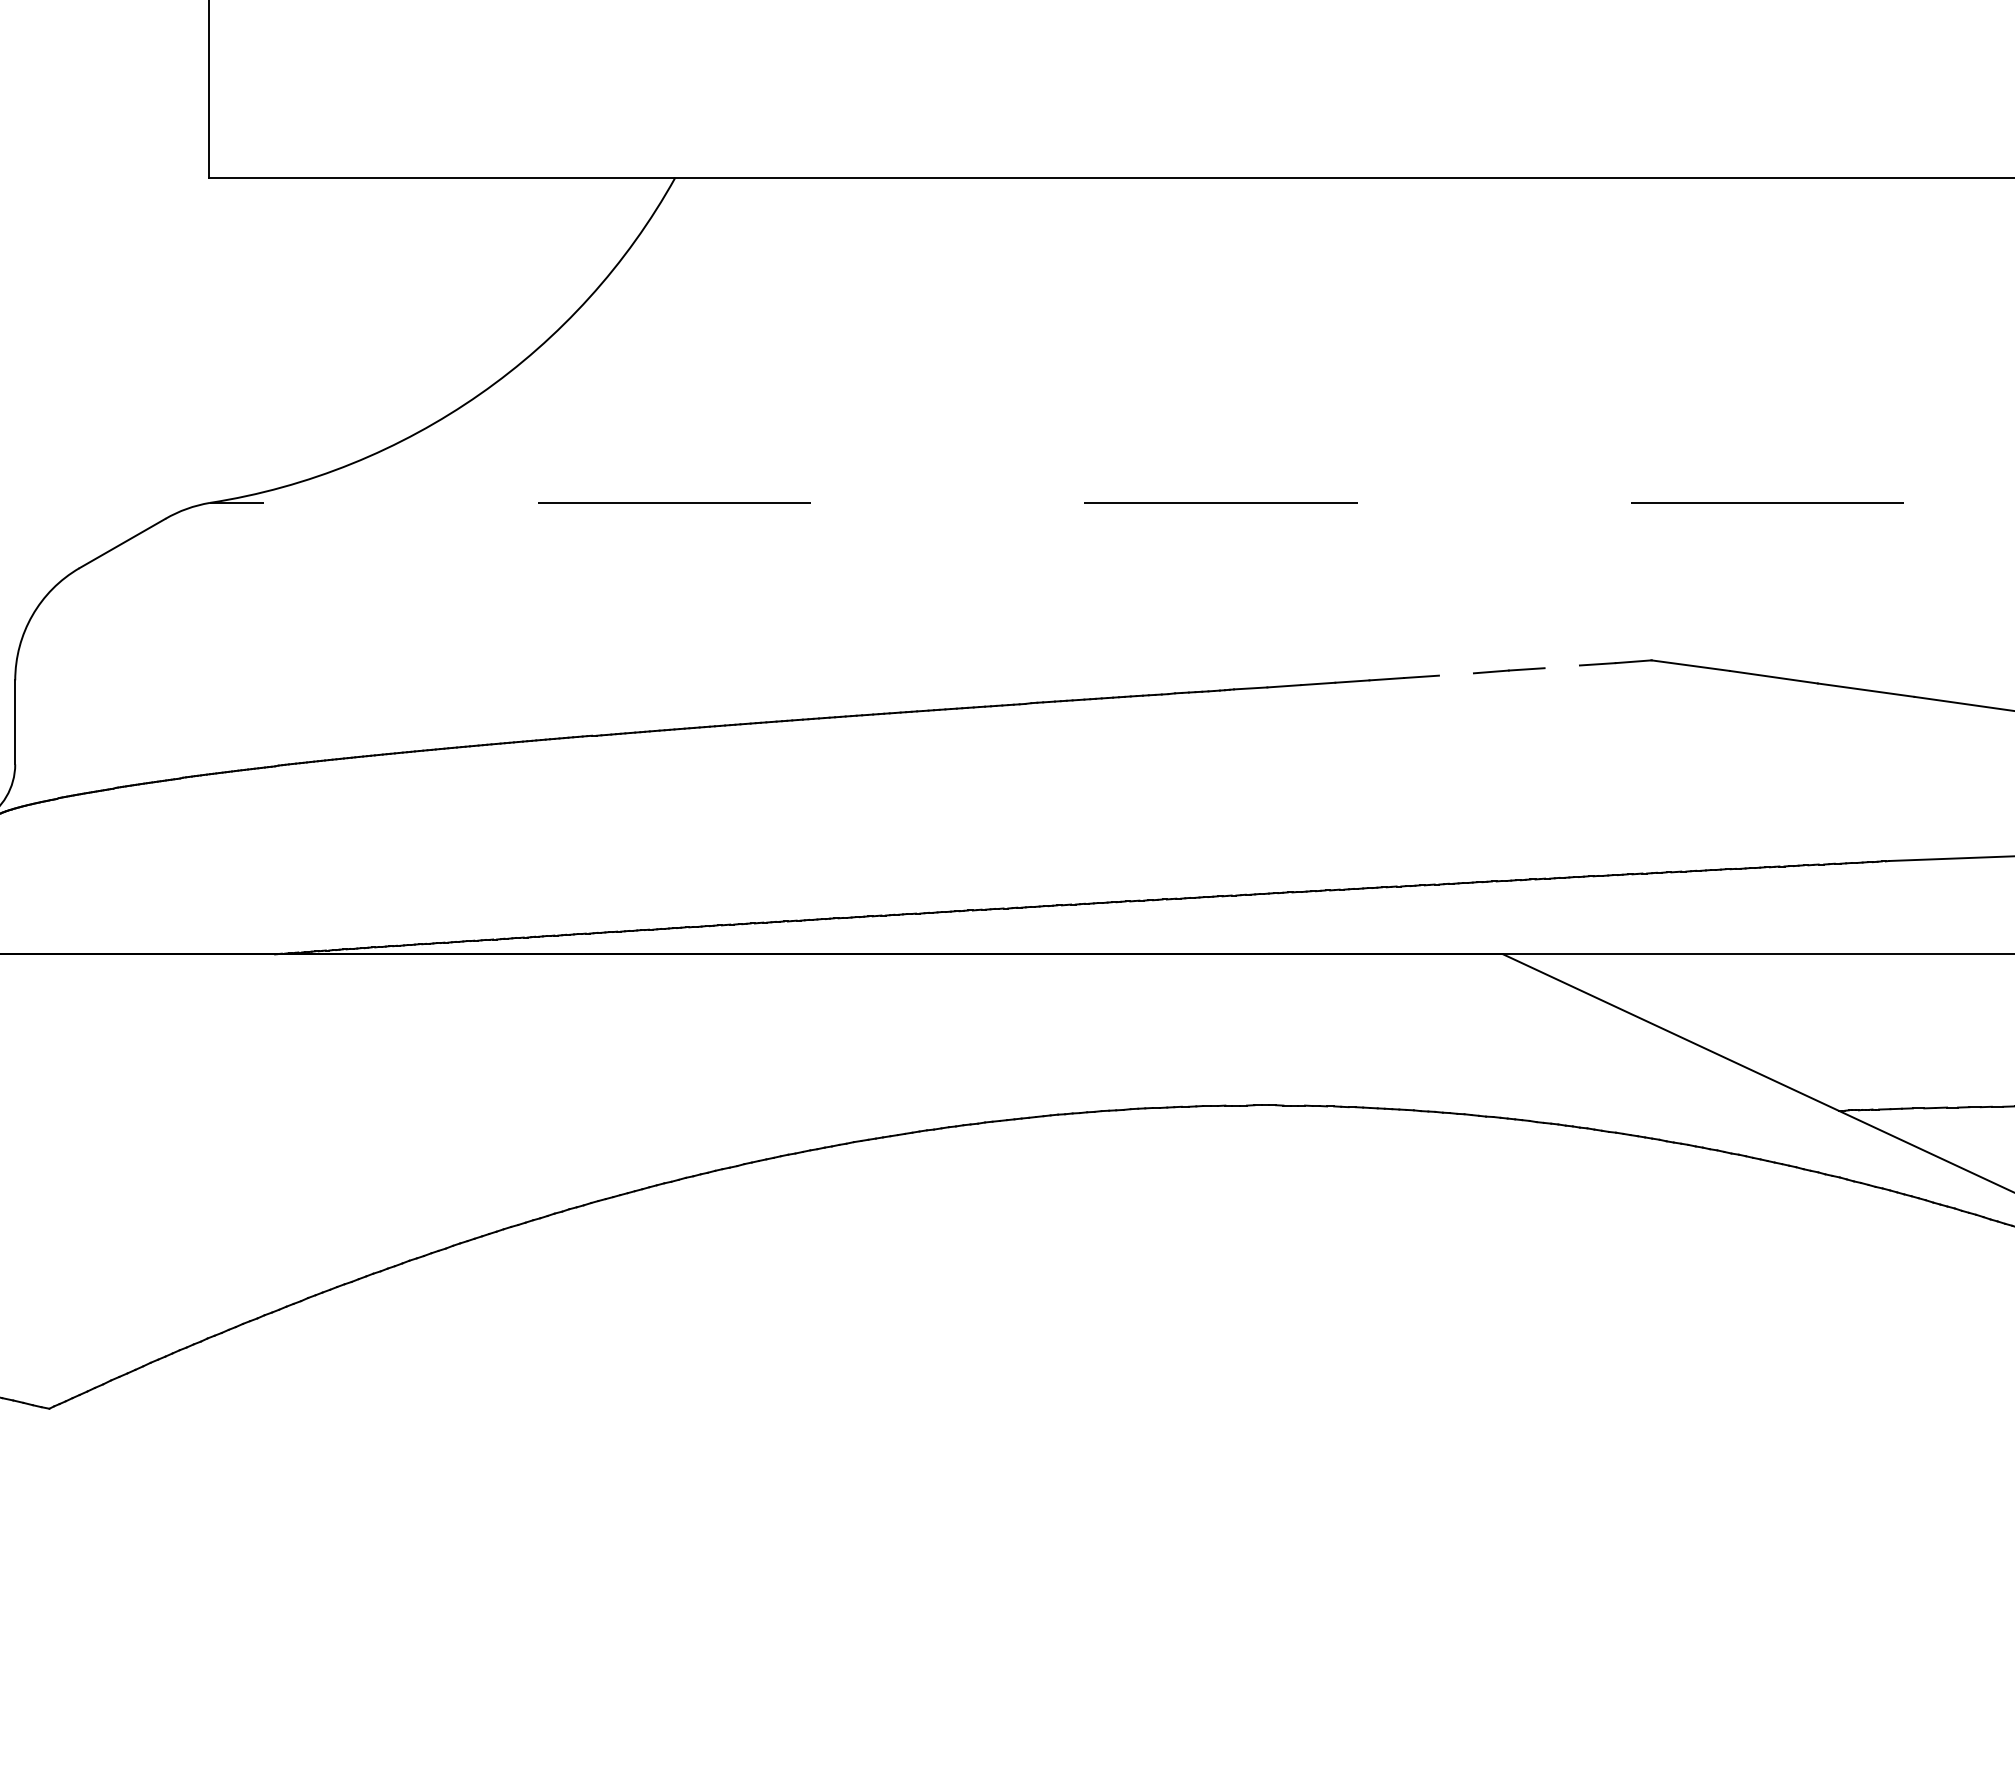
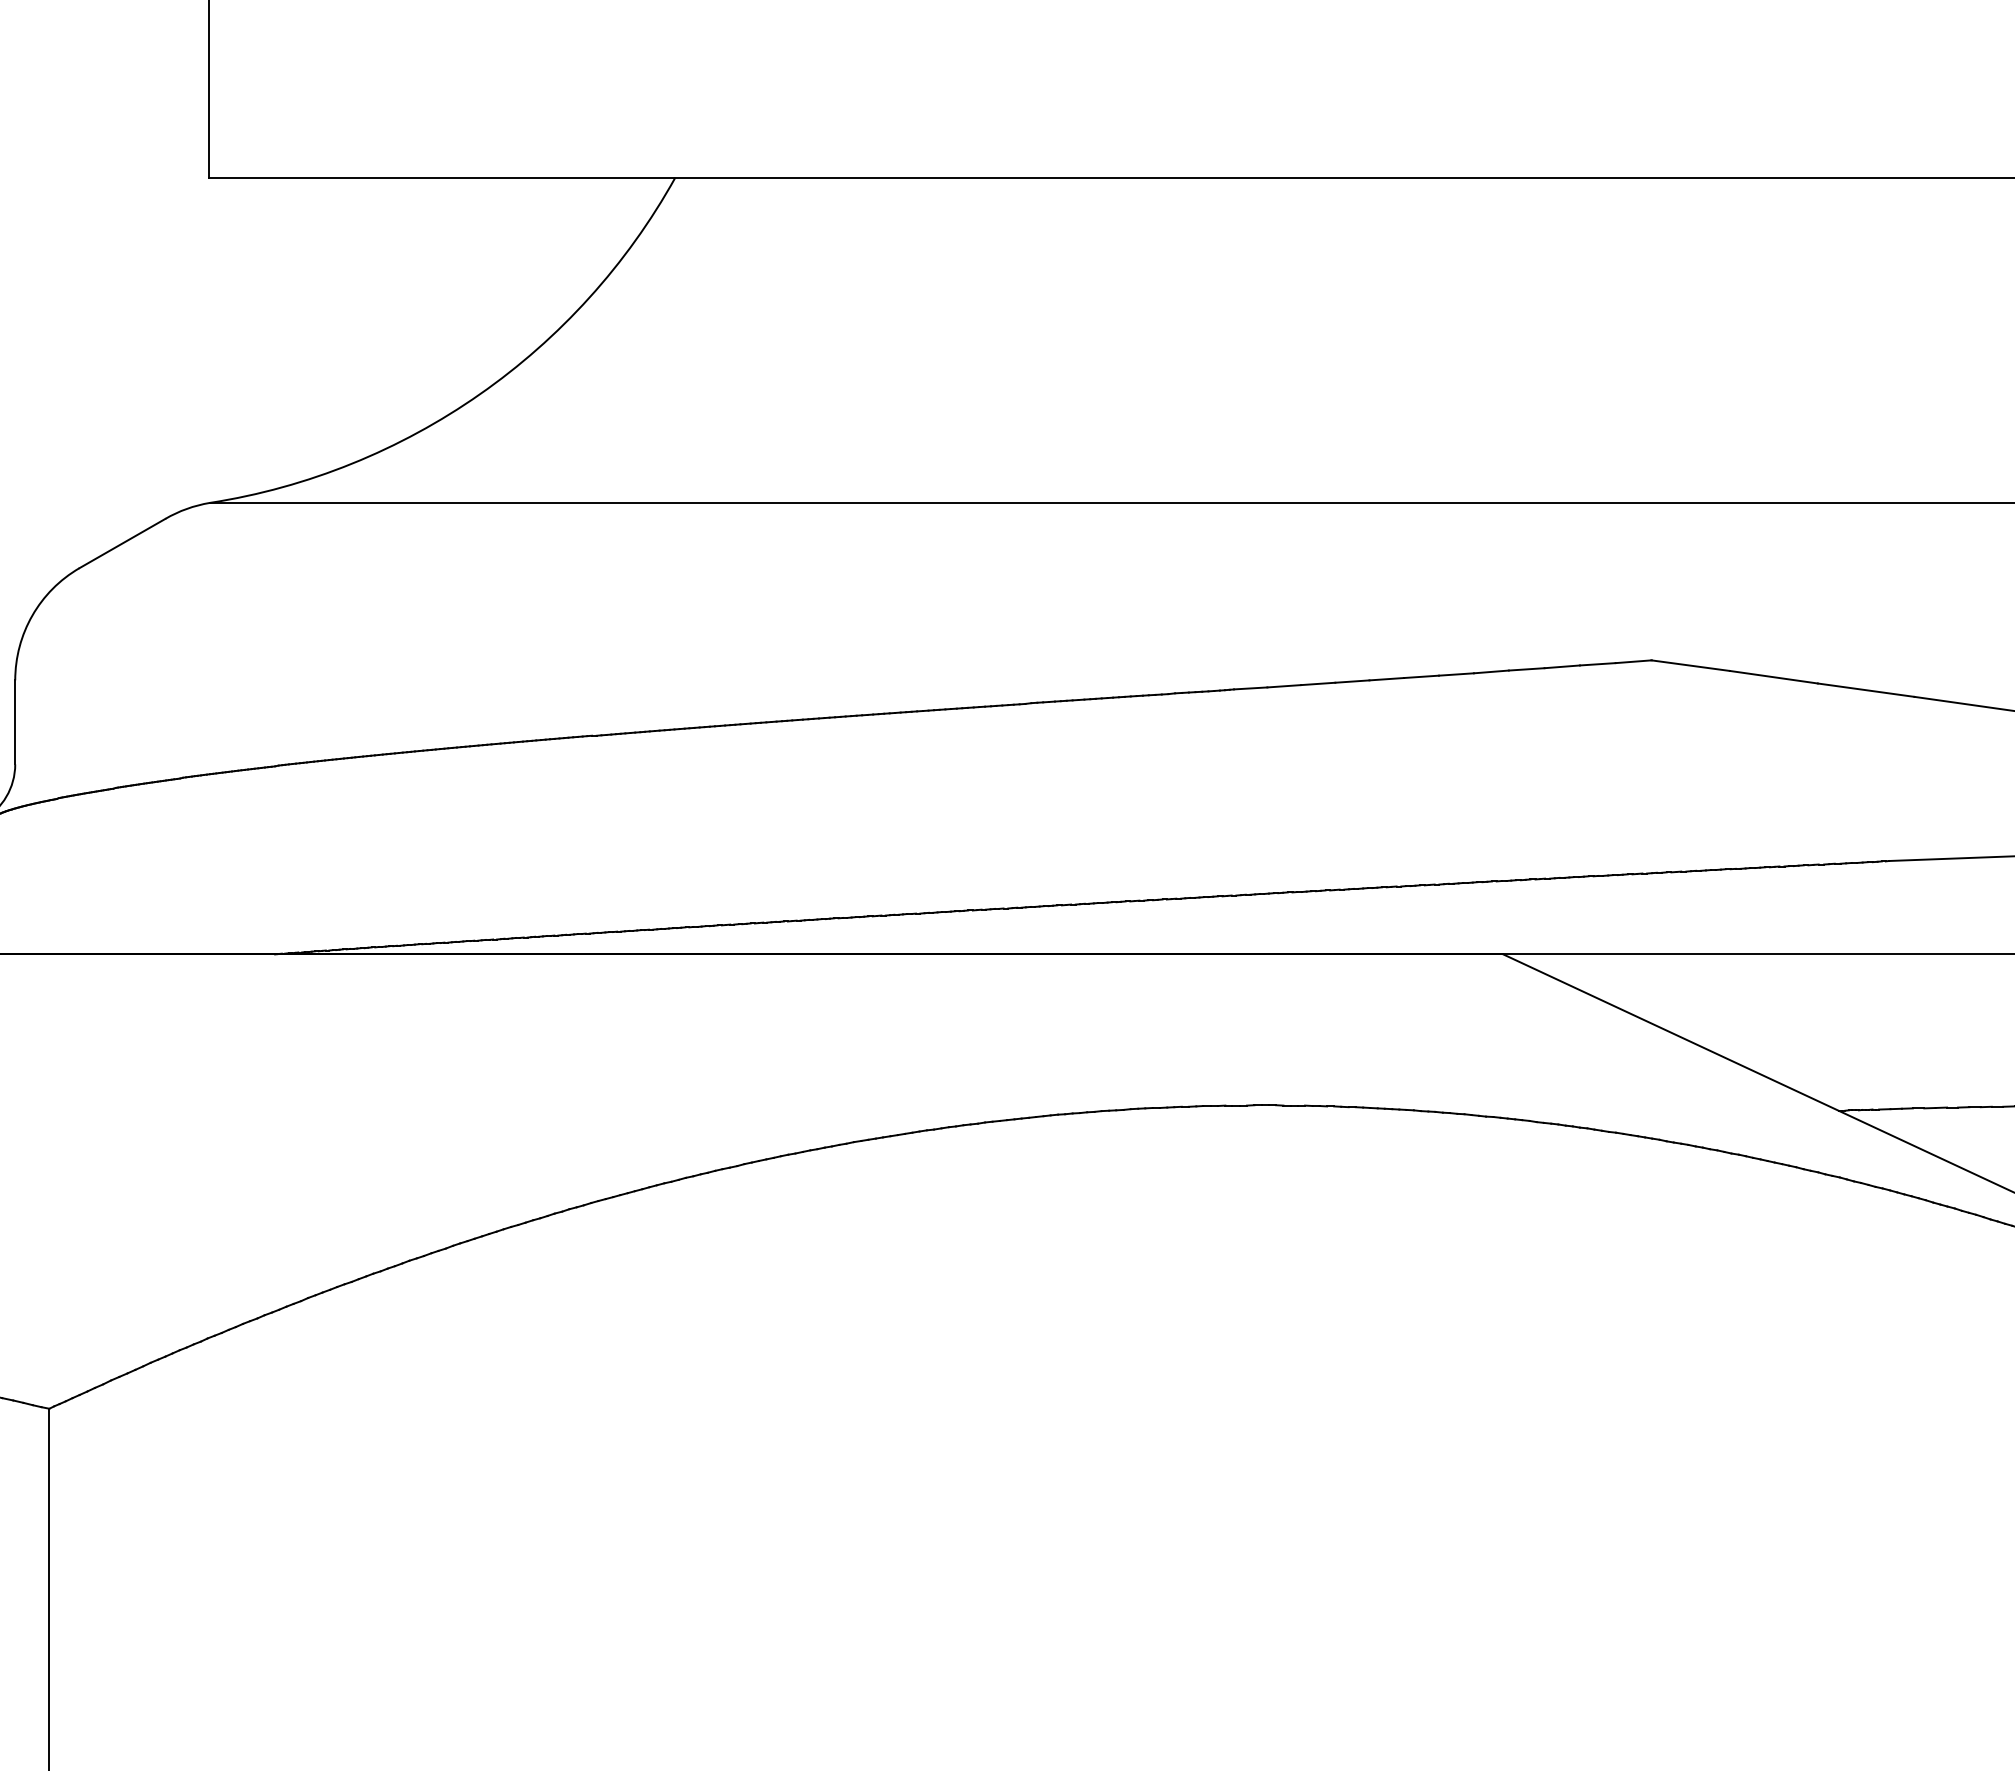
line at (1111, 502): dashed -> solid
line at (1561, 666): none -> present
line at (1455, 674): none -> present
line at (49, 1587): none -> present
